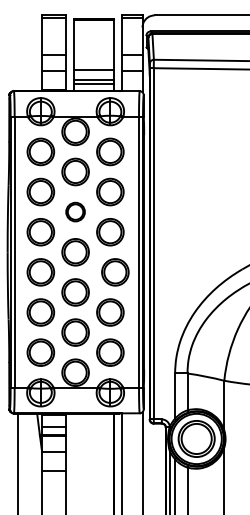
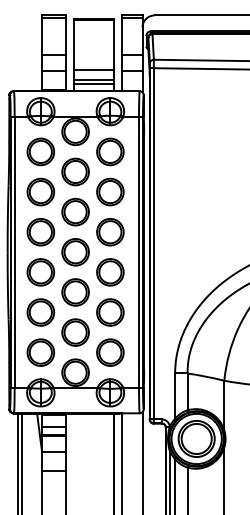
part at (75, 211) size: 21x22 px -> 29x30 px
part at (115, 272) position: (115, 272) -> (110, 272)
line at (21, 462): none -> present
